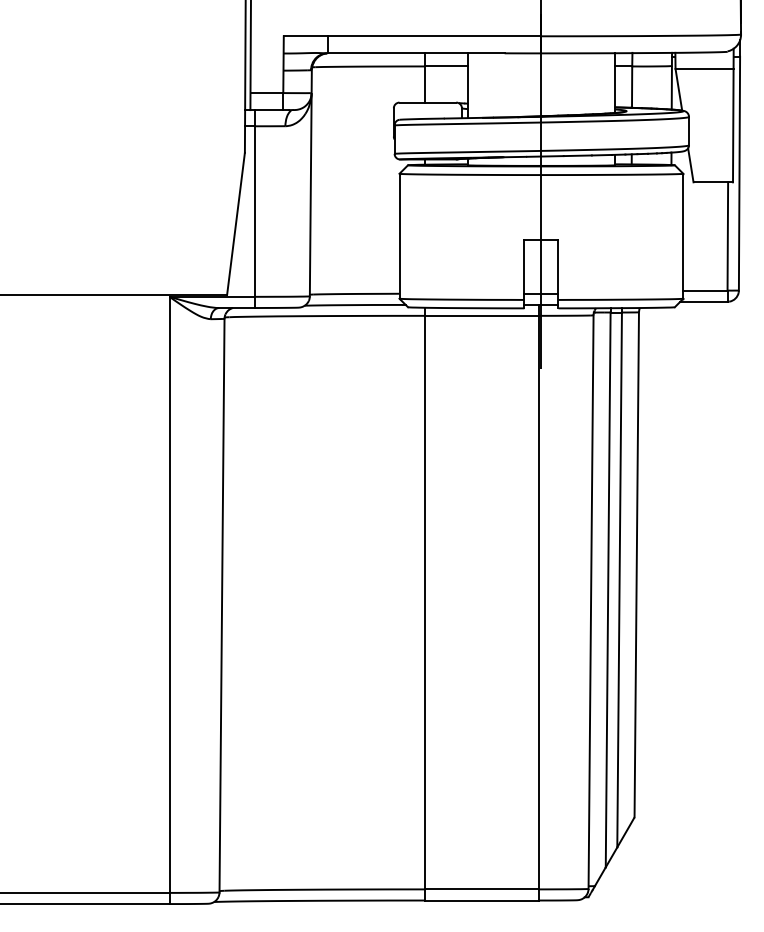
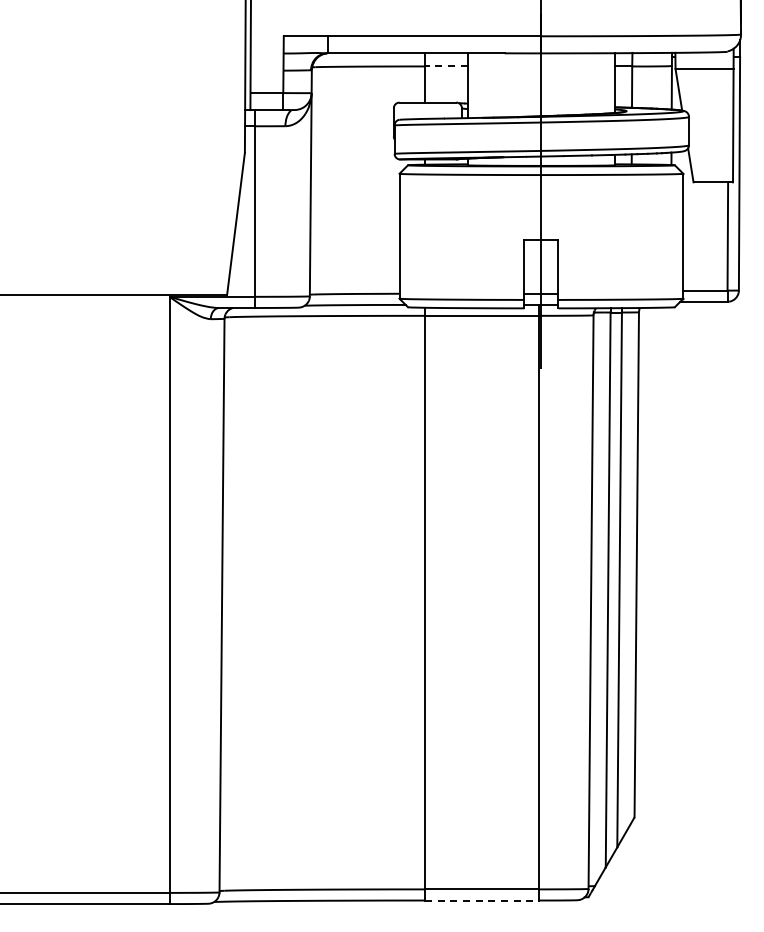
line at (445, 66): solid -> dashed
line at (481, 900): solid -> dashed
